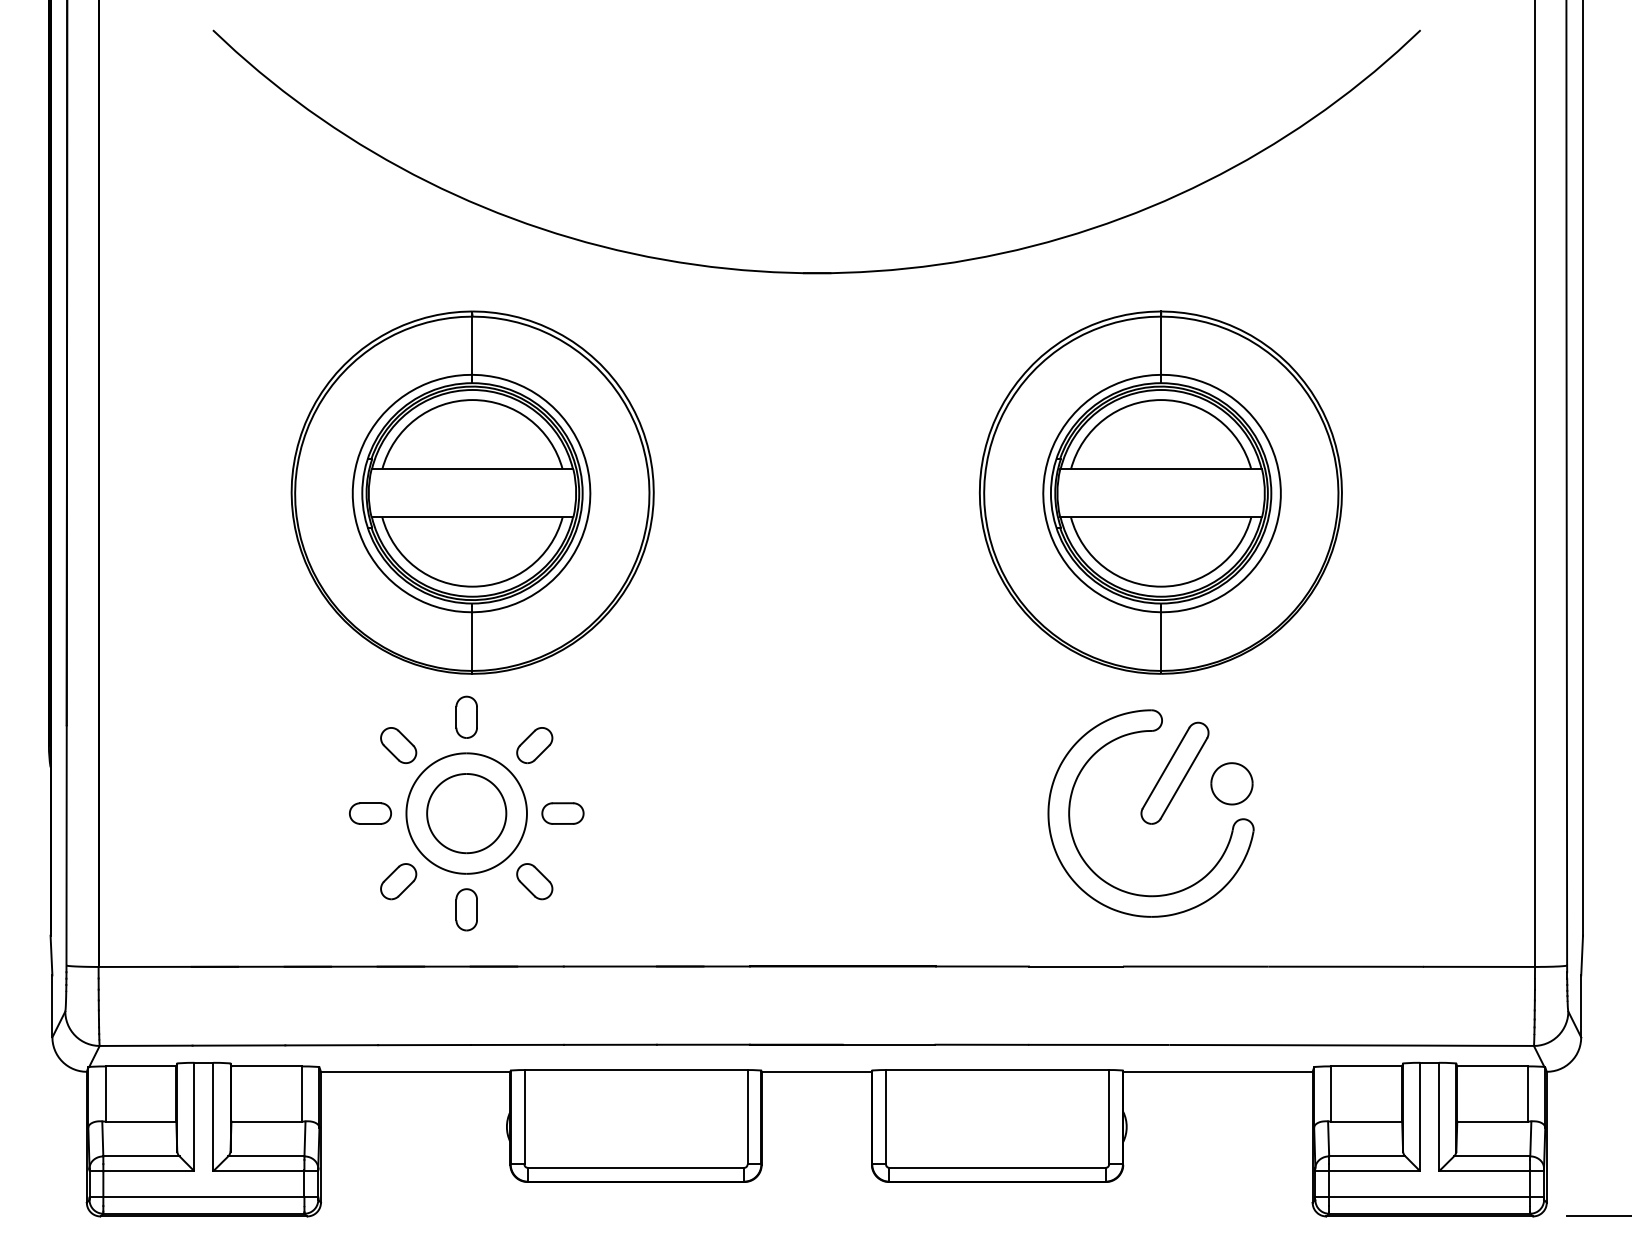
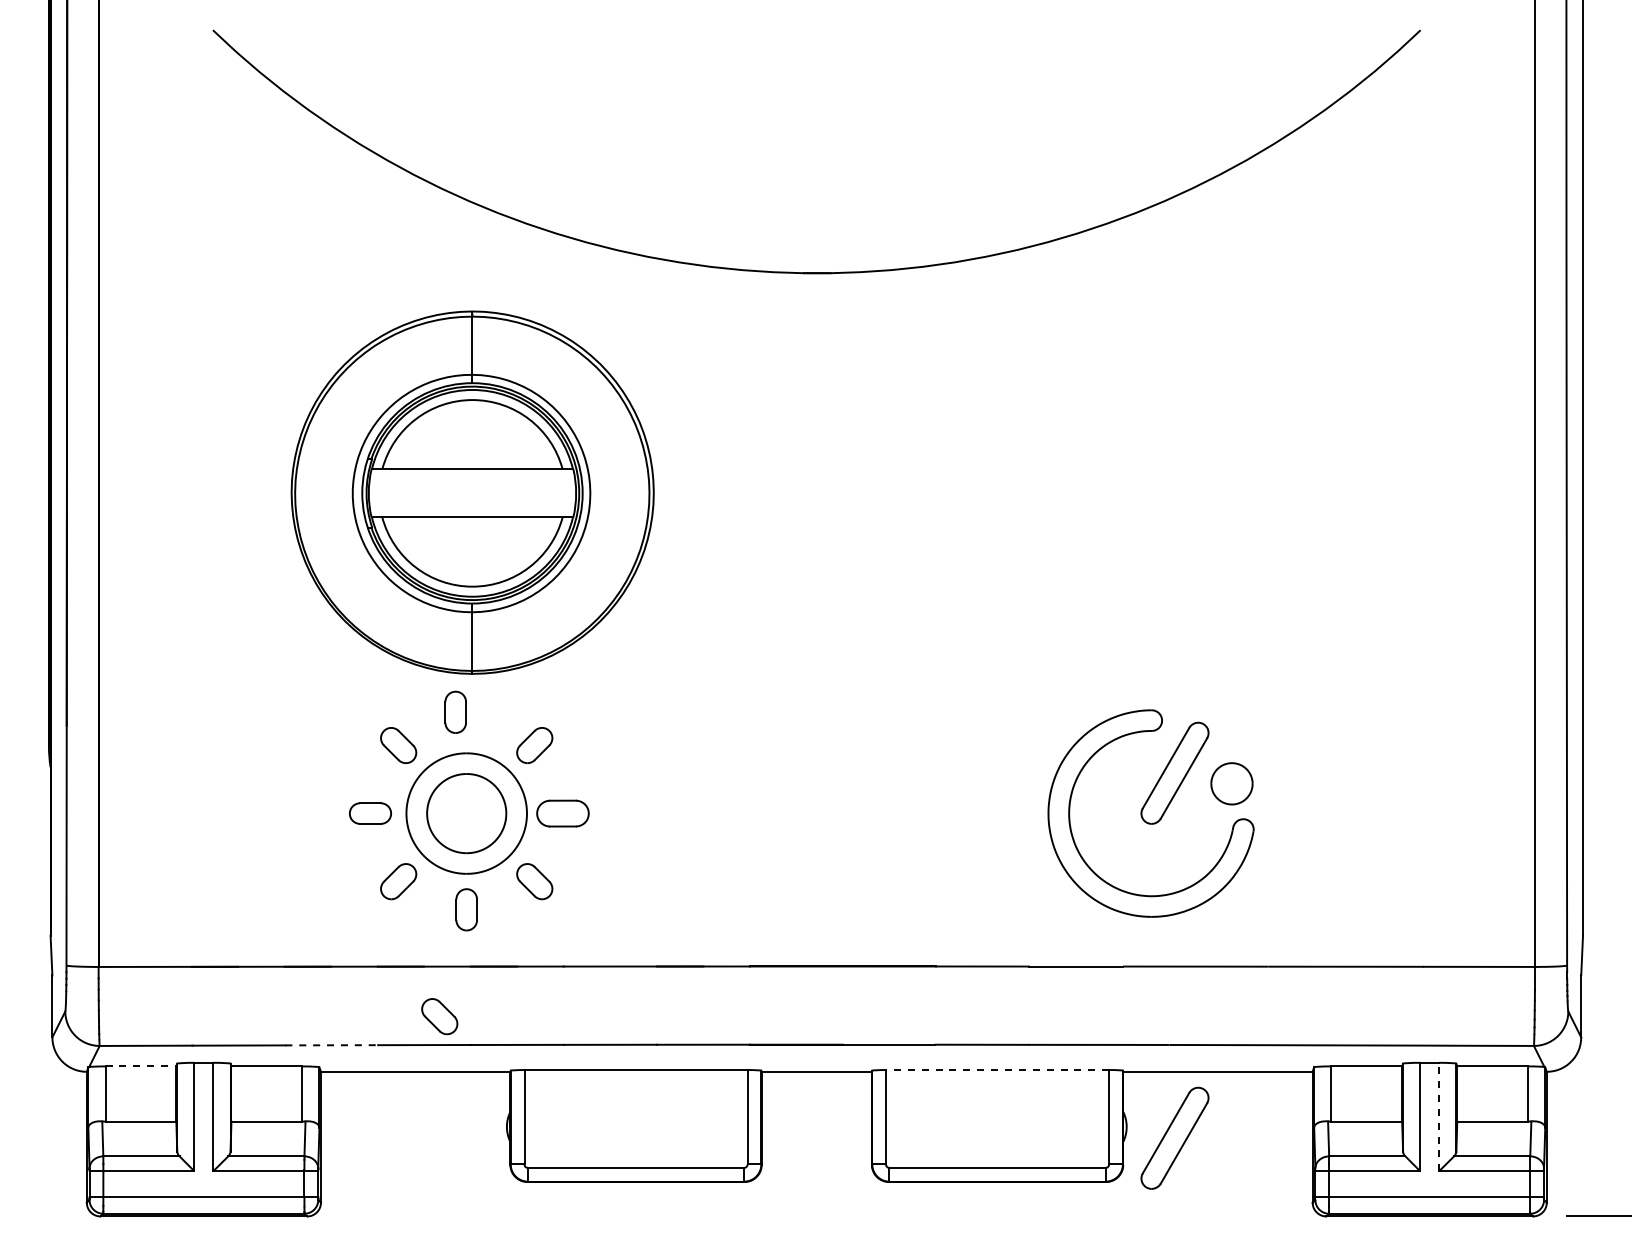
part at (1160, 492): present -> none
part at (466, 716) position: (466, 716) -> (455, 711)
part at (562, 813) size: 44x23 px -> 54x29 px
part at (439, 1016): none -> present
line at (332, 1045): solid -> dashed
line at (141, 1066): solid -> dashed
line at (997, 1070): solid -> dashed
line at (1439, 1116): solid -> dashed
part at (1174, 1137): none -> present
